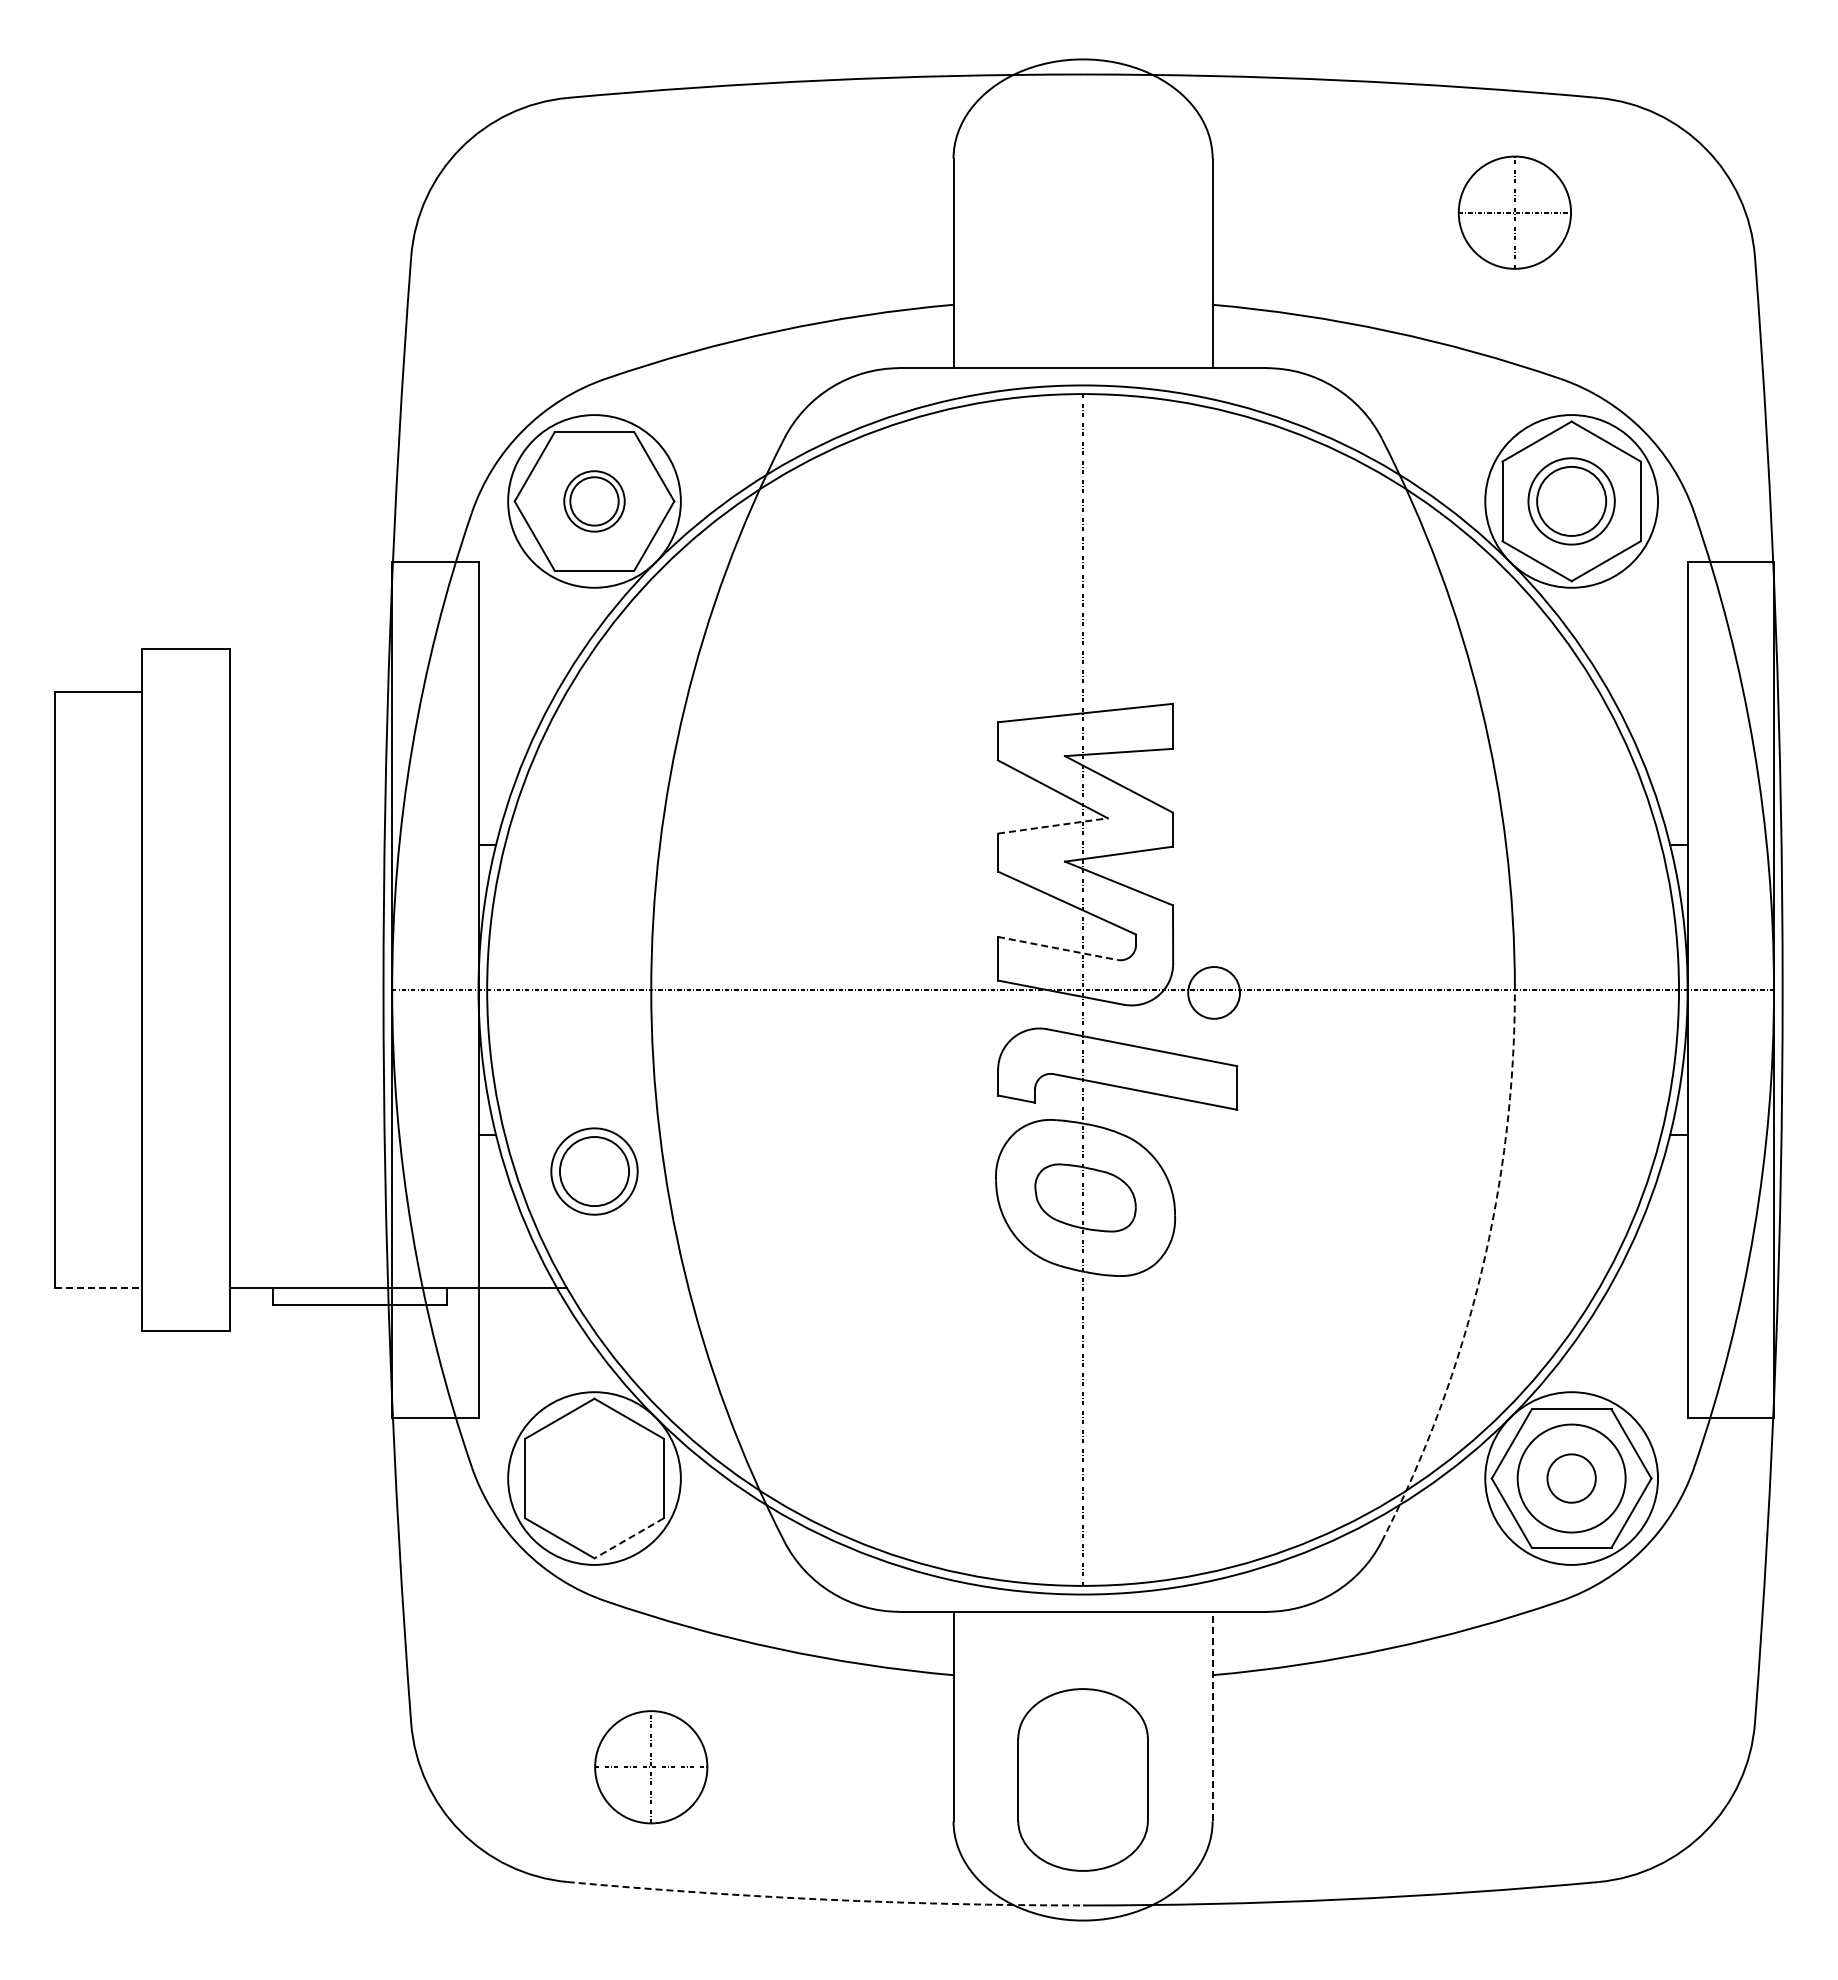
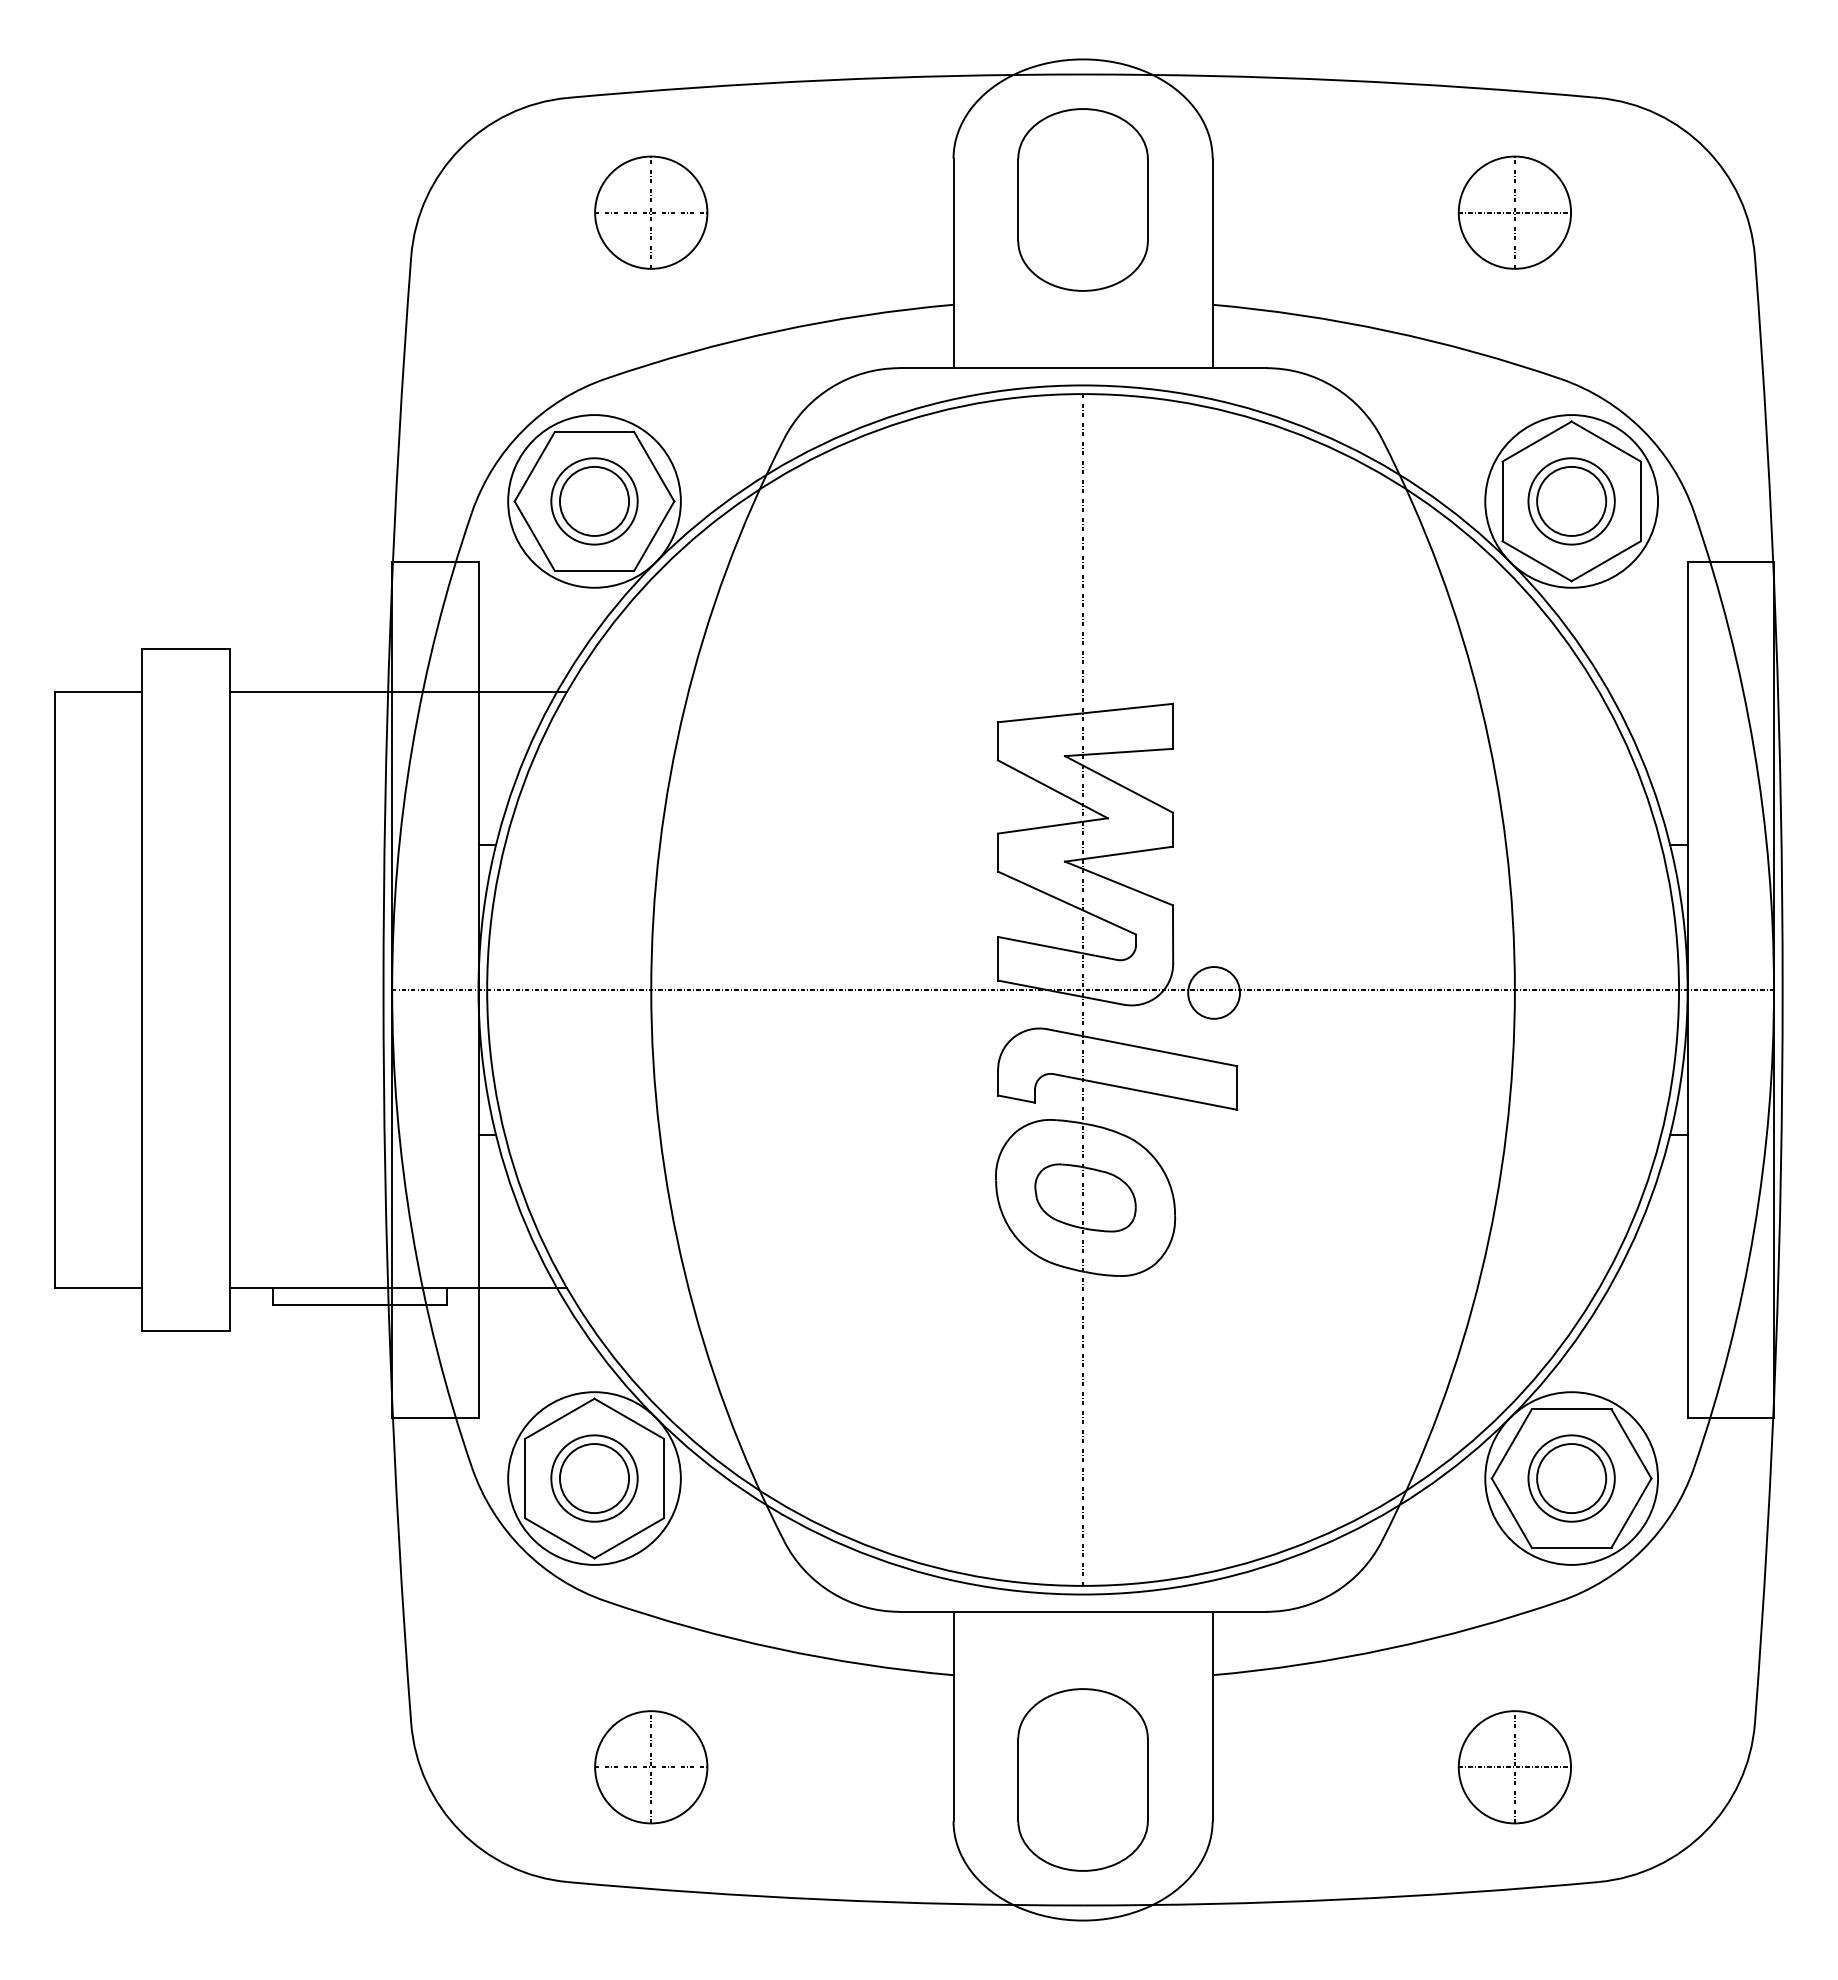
part at (1082, 199): none -> present
part at (651, 212): none -> present
part at (594, 501) size: 63x63 px -> 89x89 px
line at (397, 692): none -> present
line at (1053, 825): dashed -> solid
line at (1057, 948): dashed -> solid
part at (594, 1171) position: (594, 1171) -> (594, 1478)
arc at (1481, 1273): dashed -> solid
line at (98, 1287): dashed -> solid
circle at (1571, 1478) diameter: 108 px -> 86 px
circle at (1571, 1478) diameter: 48 px -> 69 px
line at (629, 1538): dashed -> solid
line at (1212, 1716): dashed -> solid
part at (1514, 1767): none -> present
arc at (825, 1899): dashed -> solid
